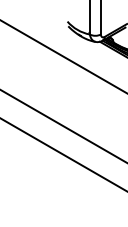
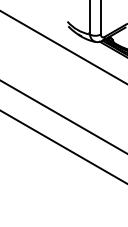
line at (63, 56) position: (63, 56) -> (63, 47)
line at (63, 126) position: (63, 126) -> (63, 116)
line at (63, 154) position: (63, 154) -> (63, 146)
